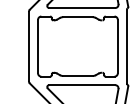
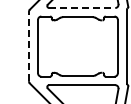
line at (82, 8): solid -> dashed
line at (28, 46): solid -> dashed
